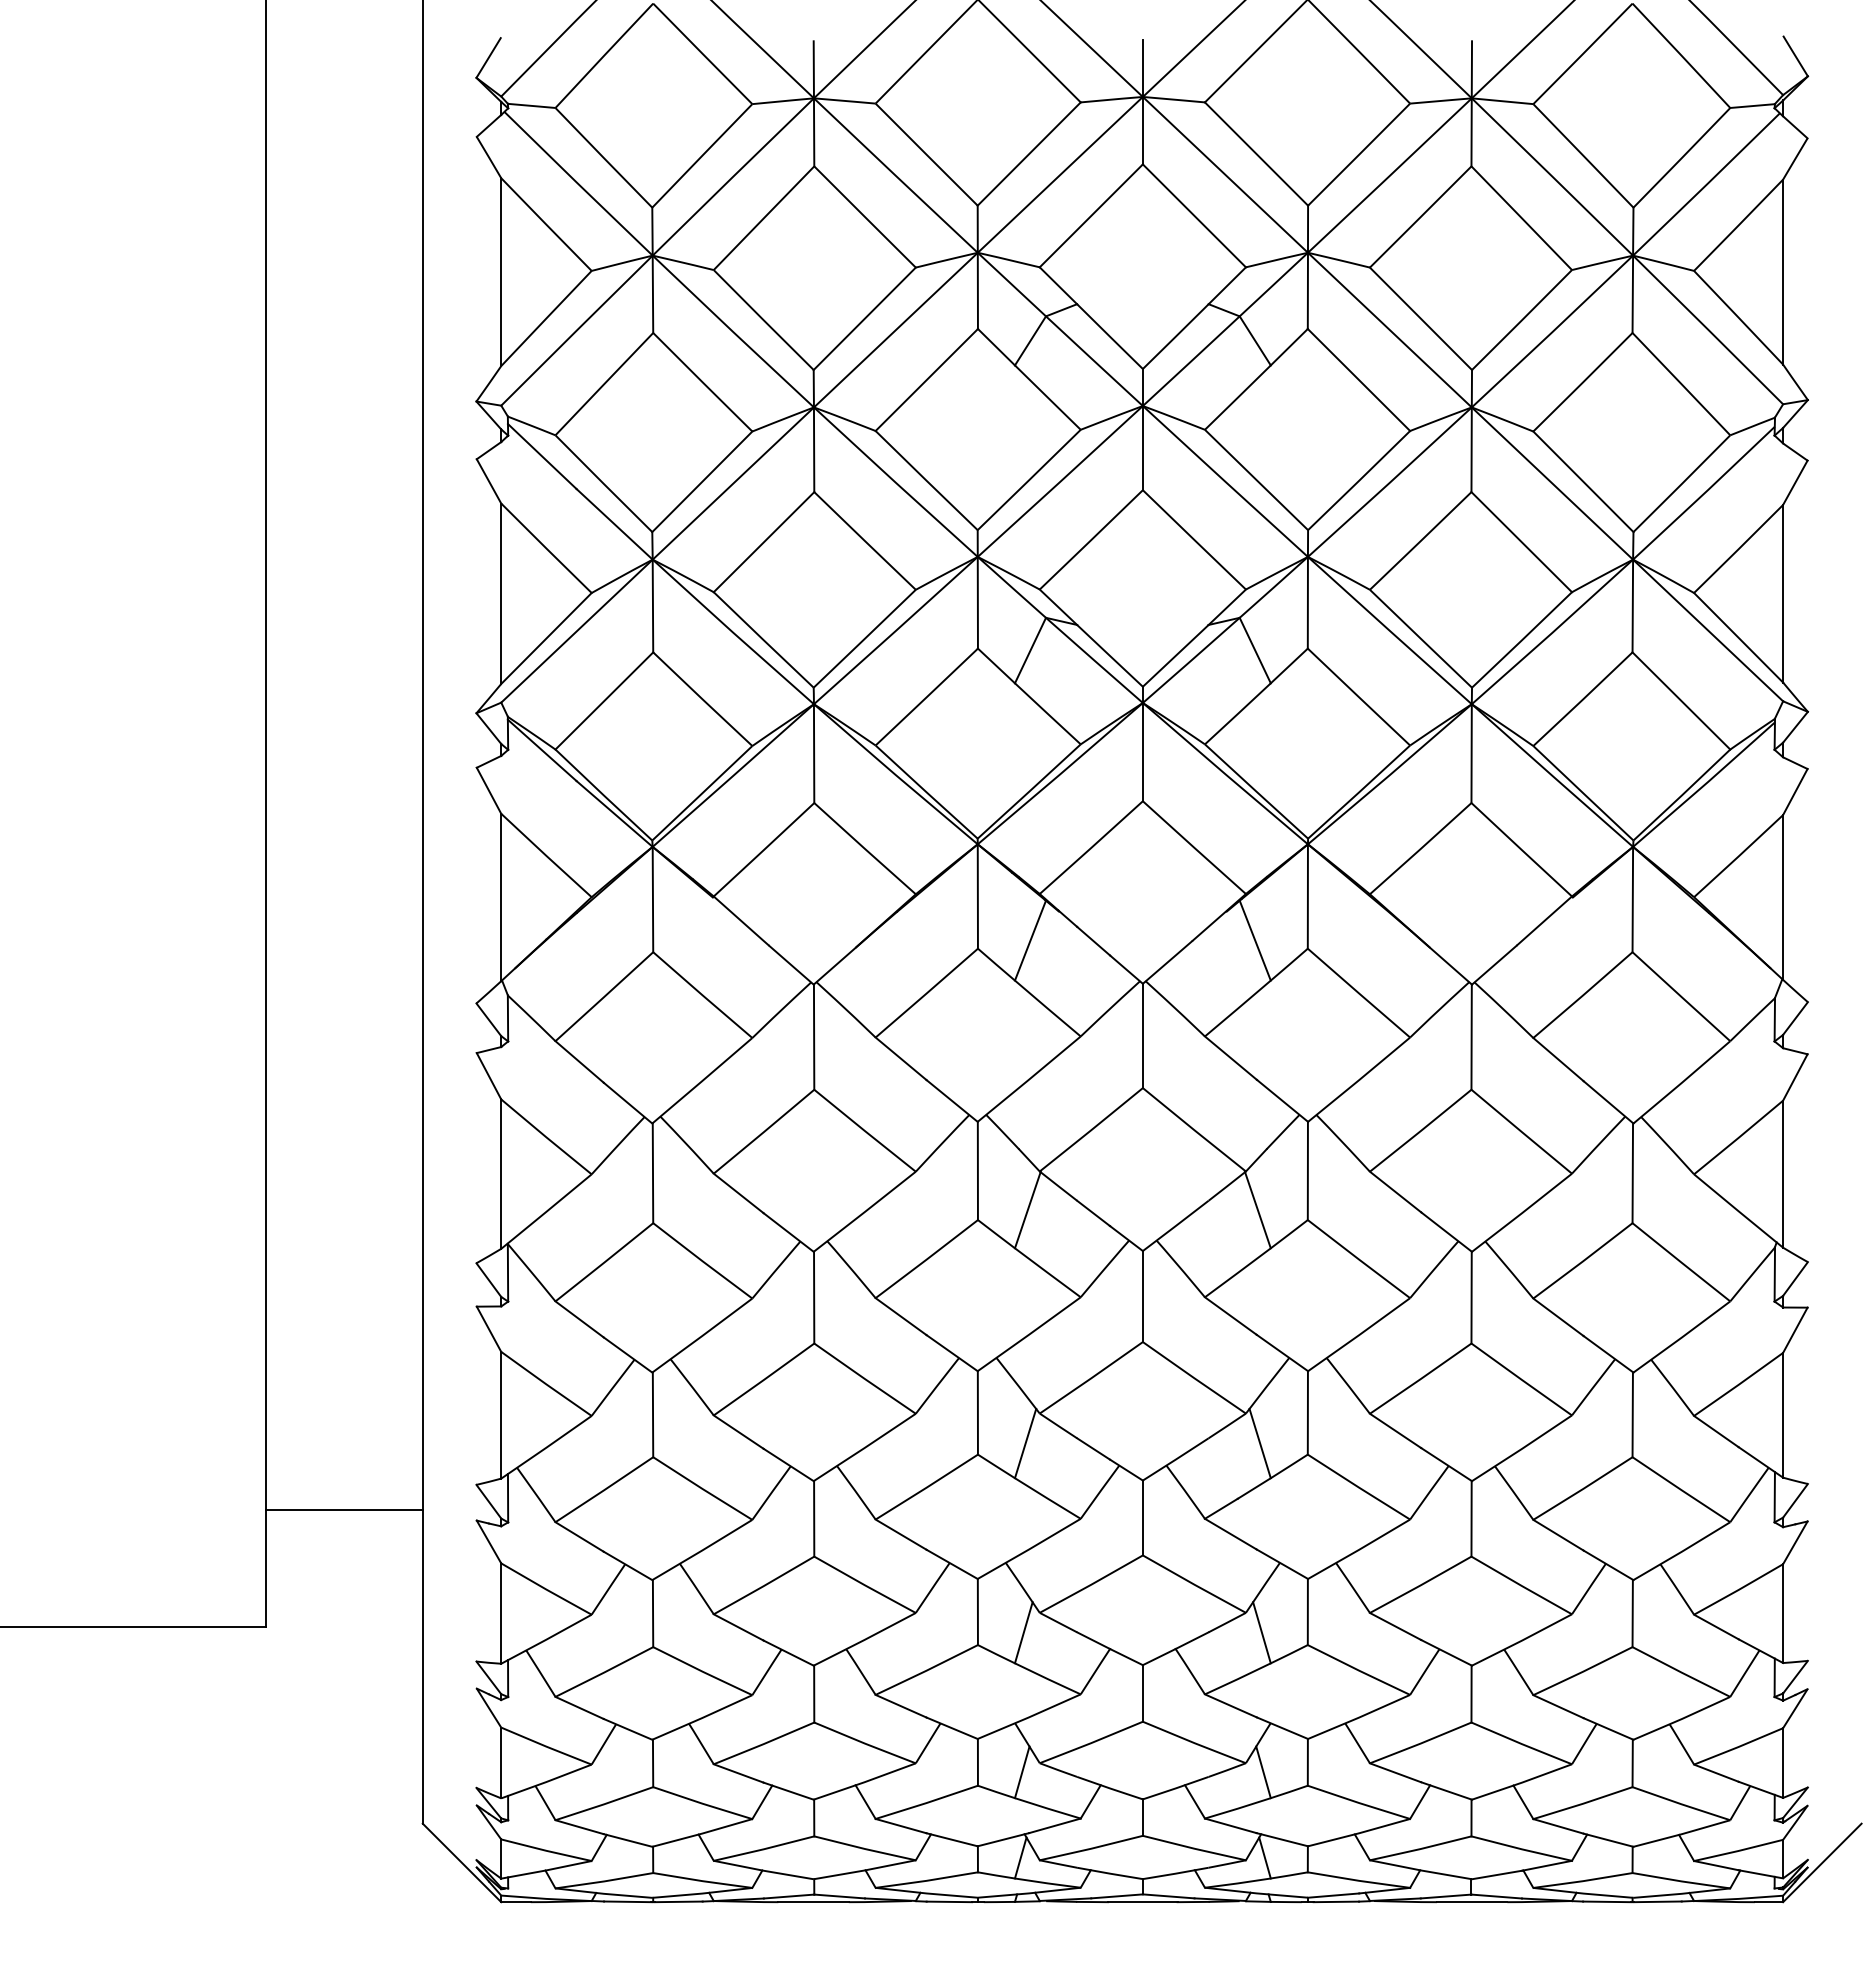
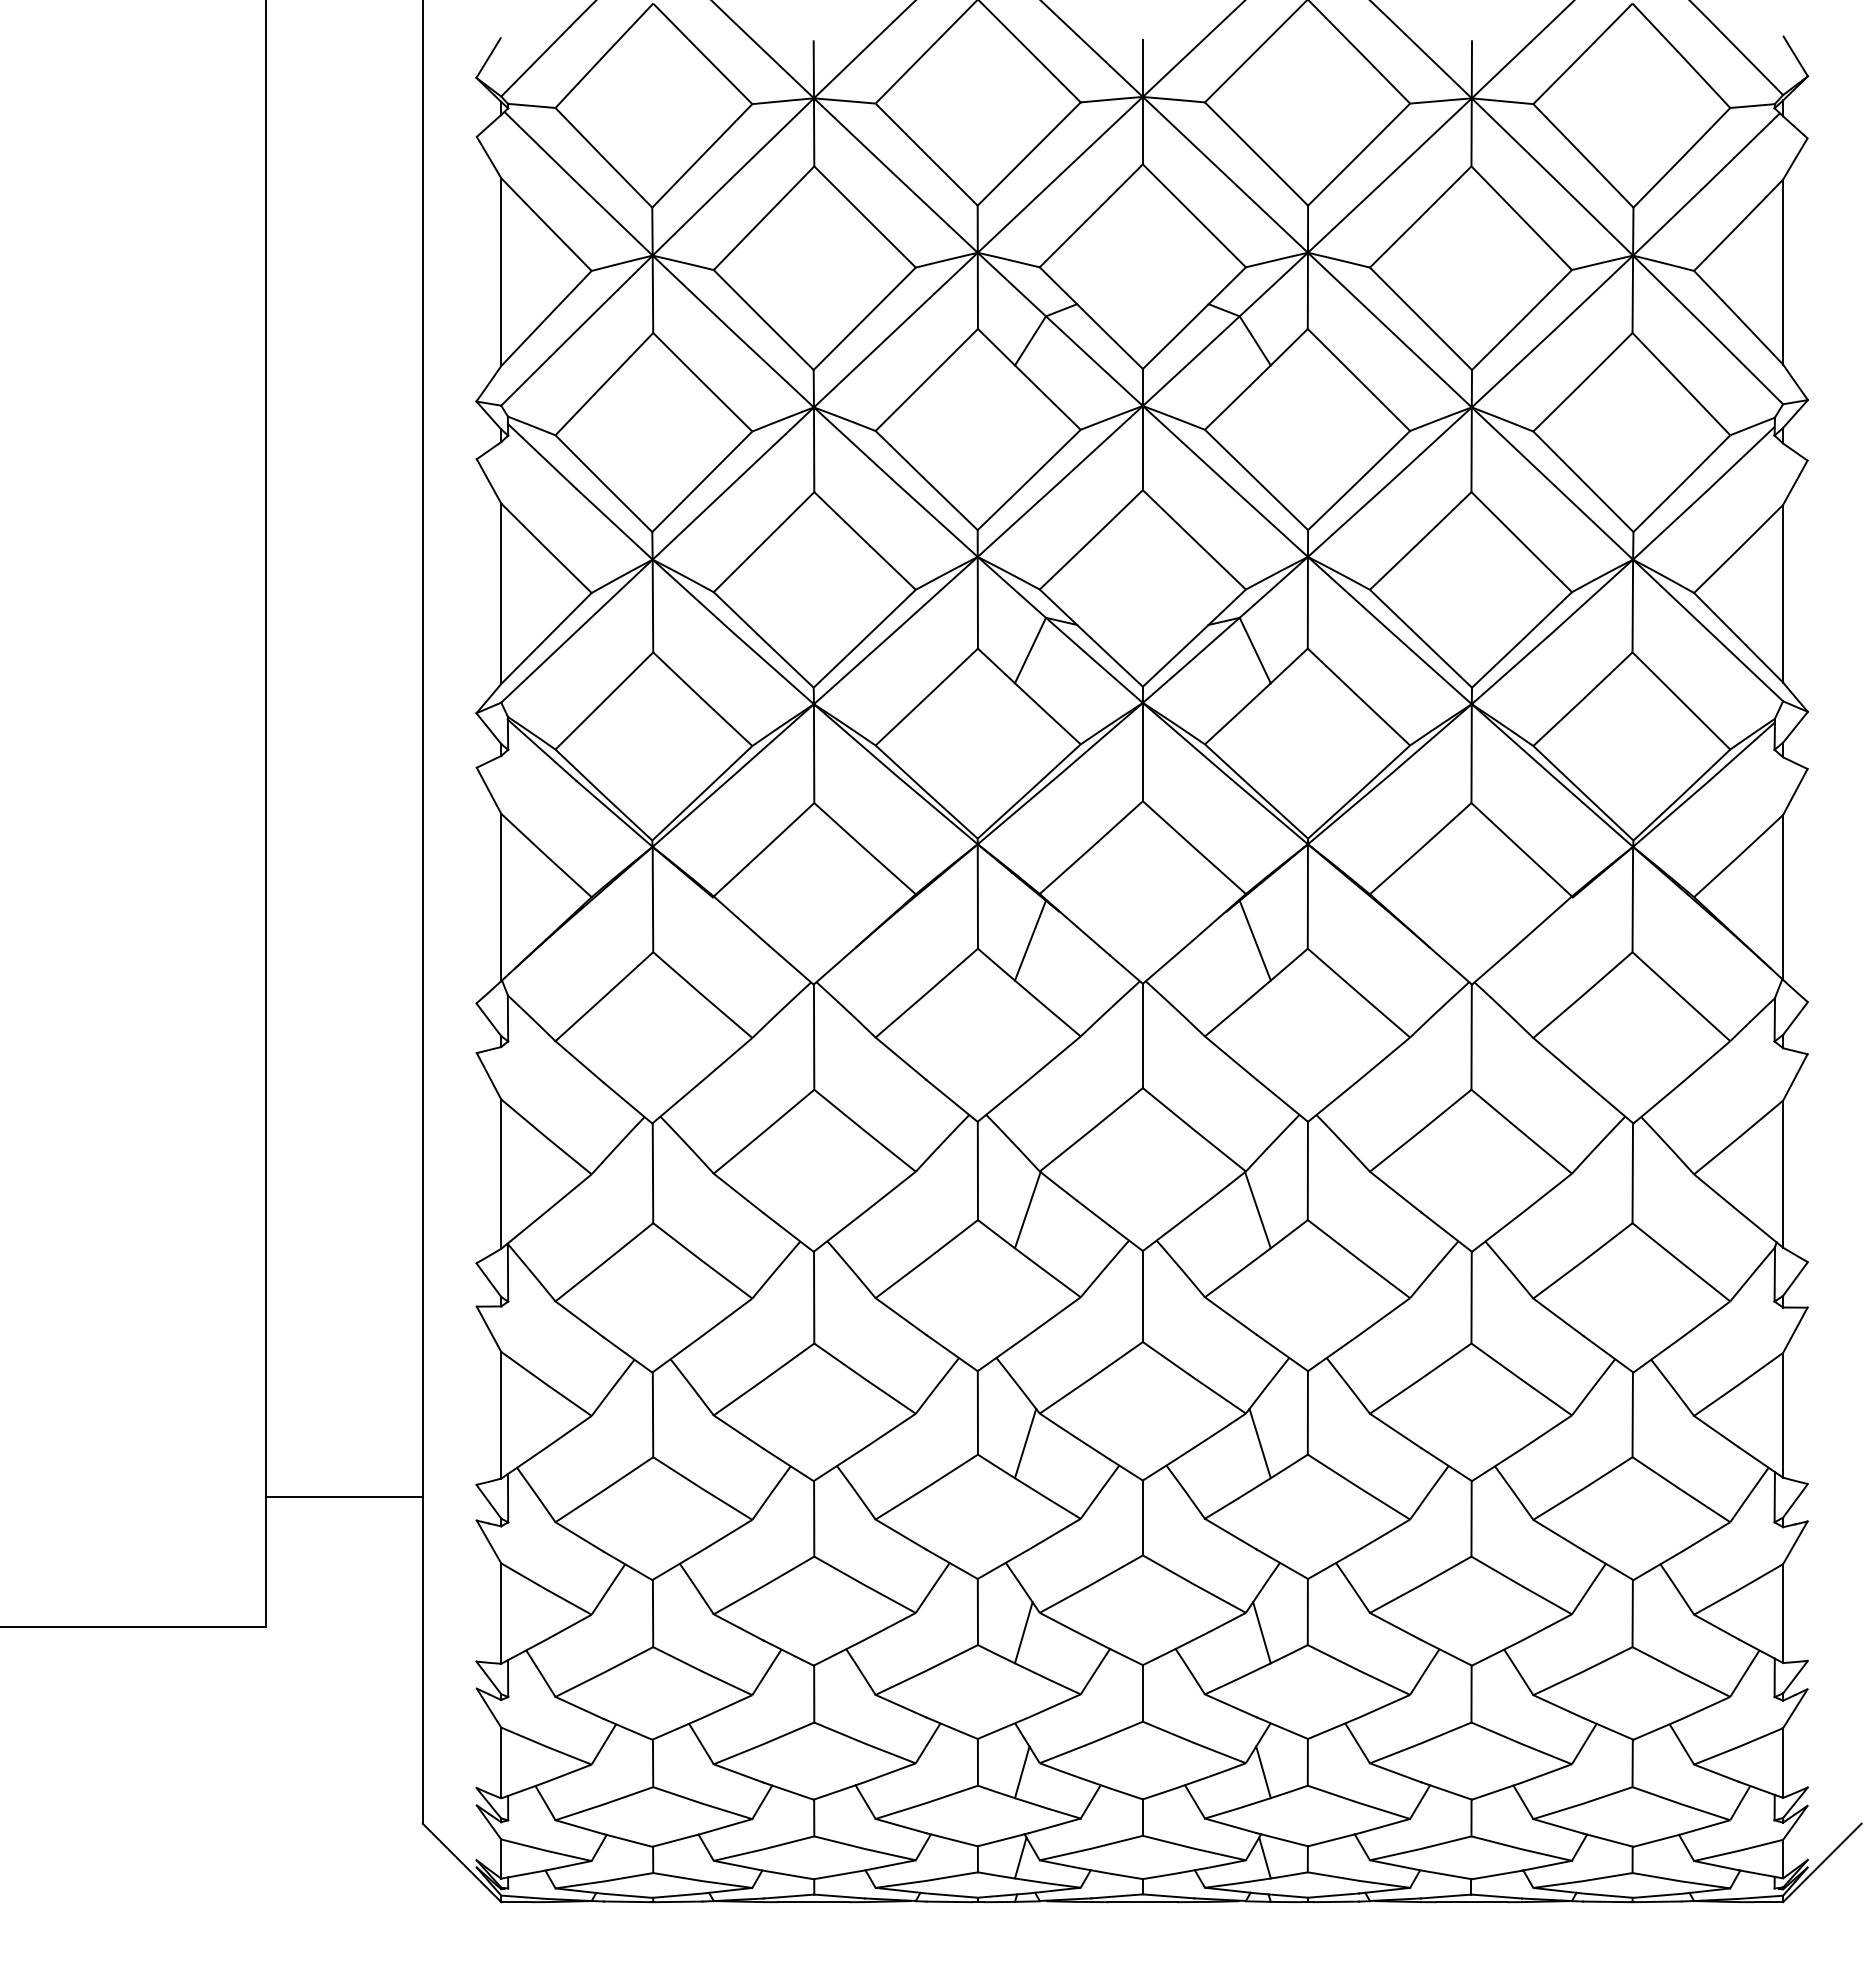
line at (343, 1509) position: (343, 1509) -> (343, 1496)
